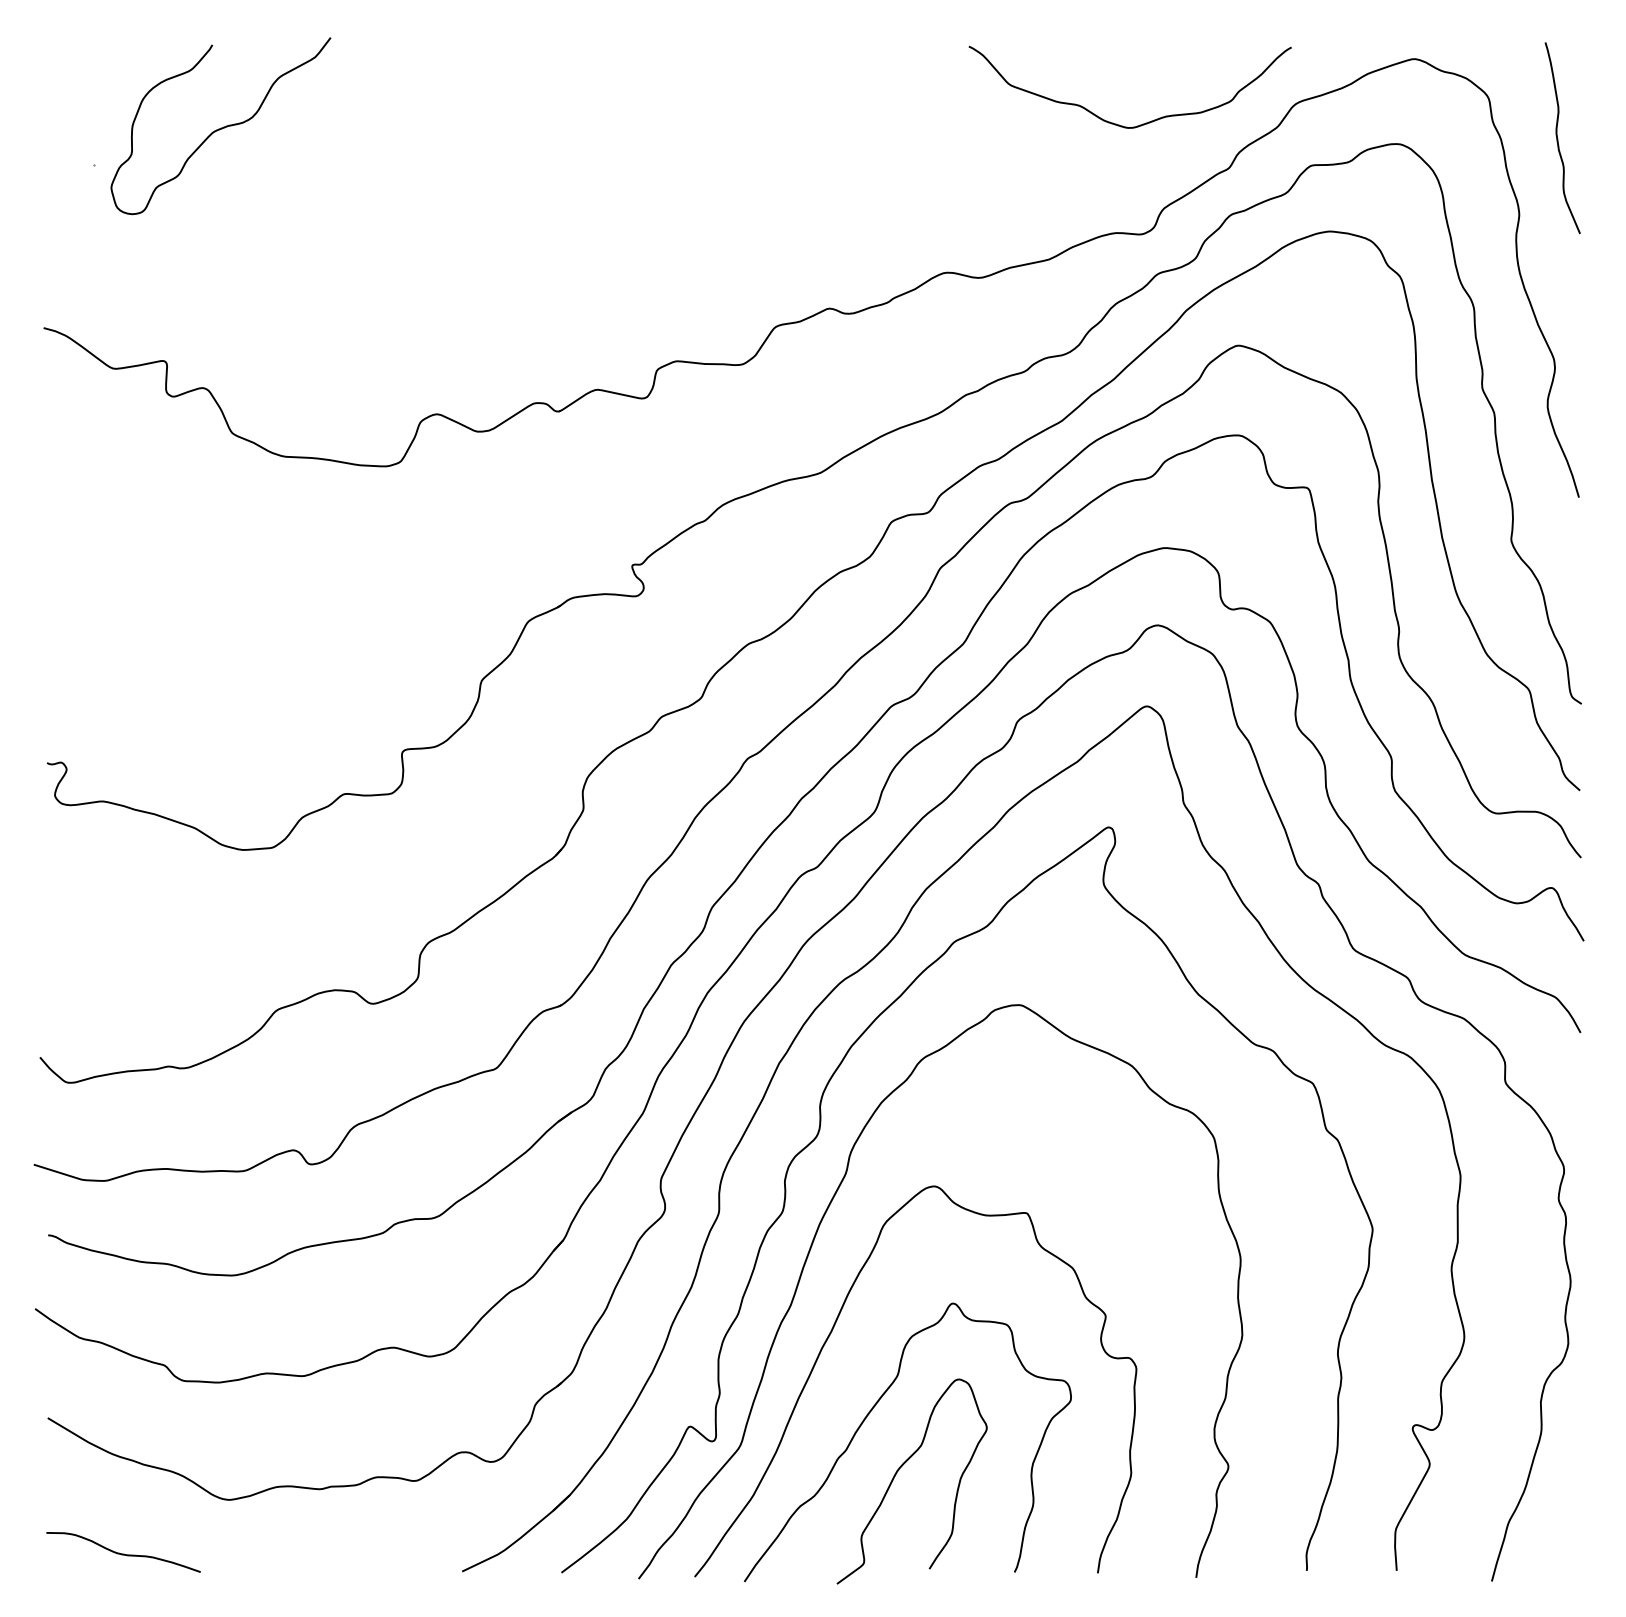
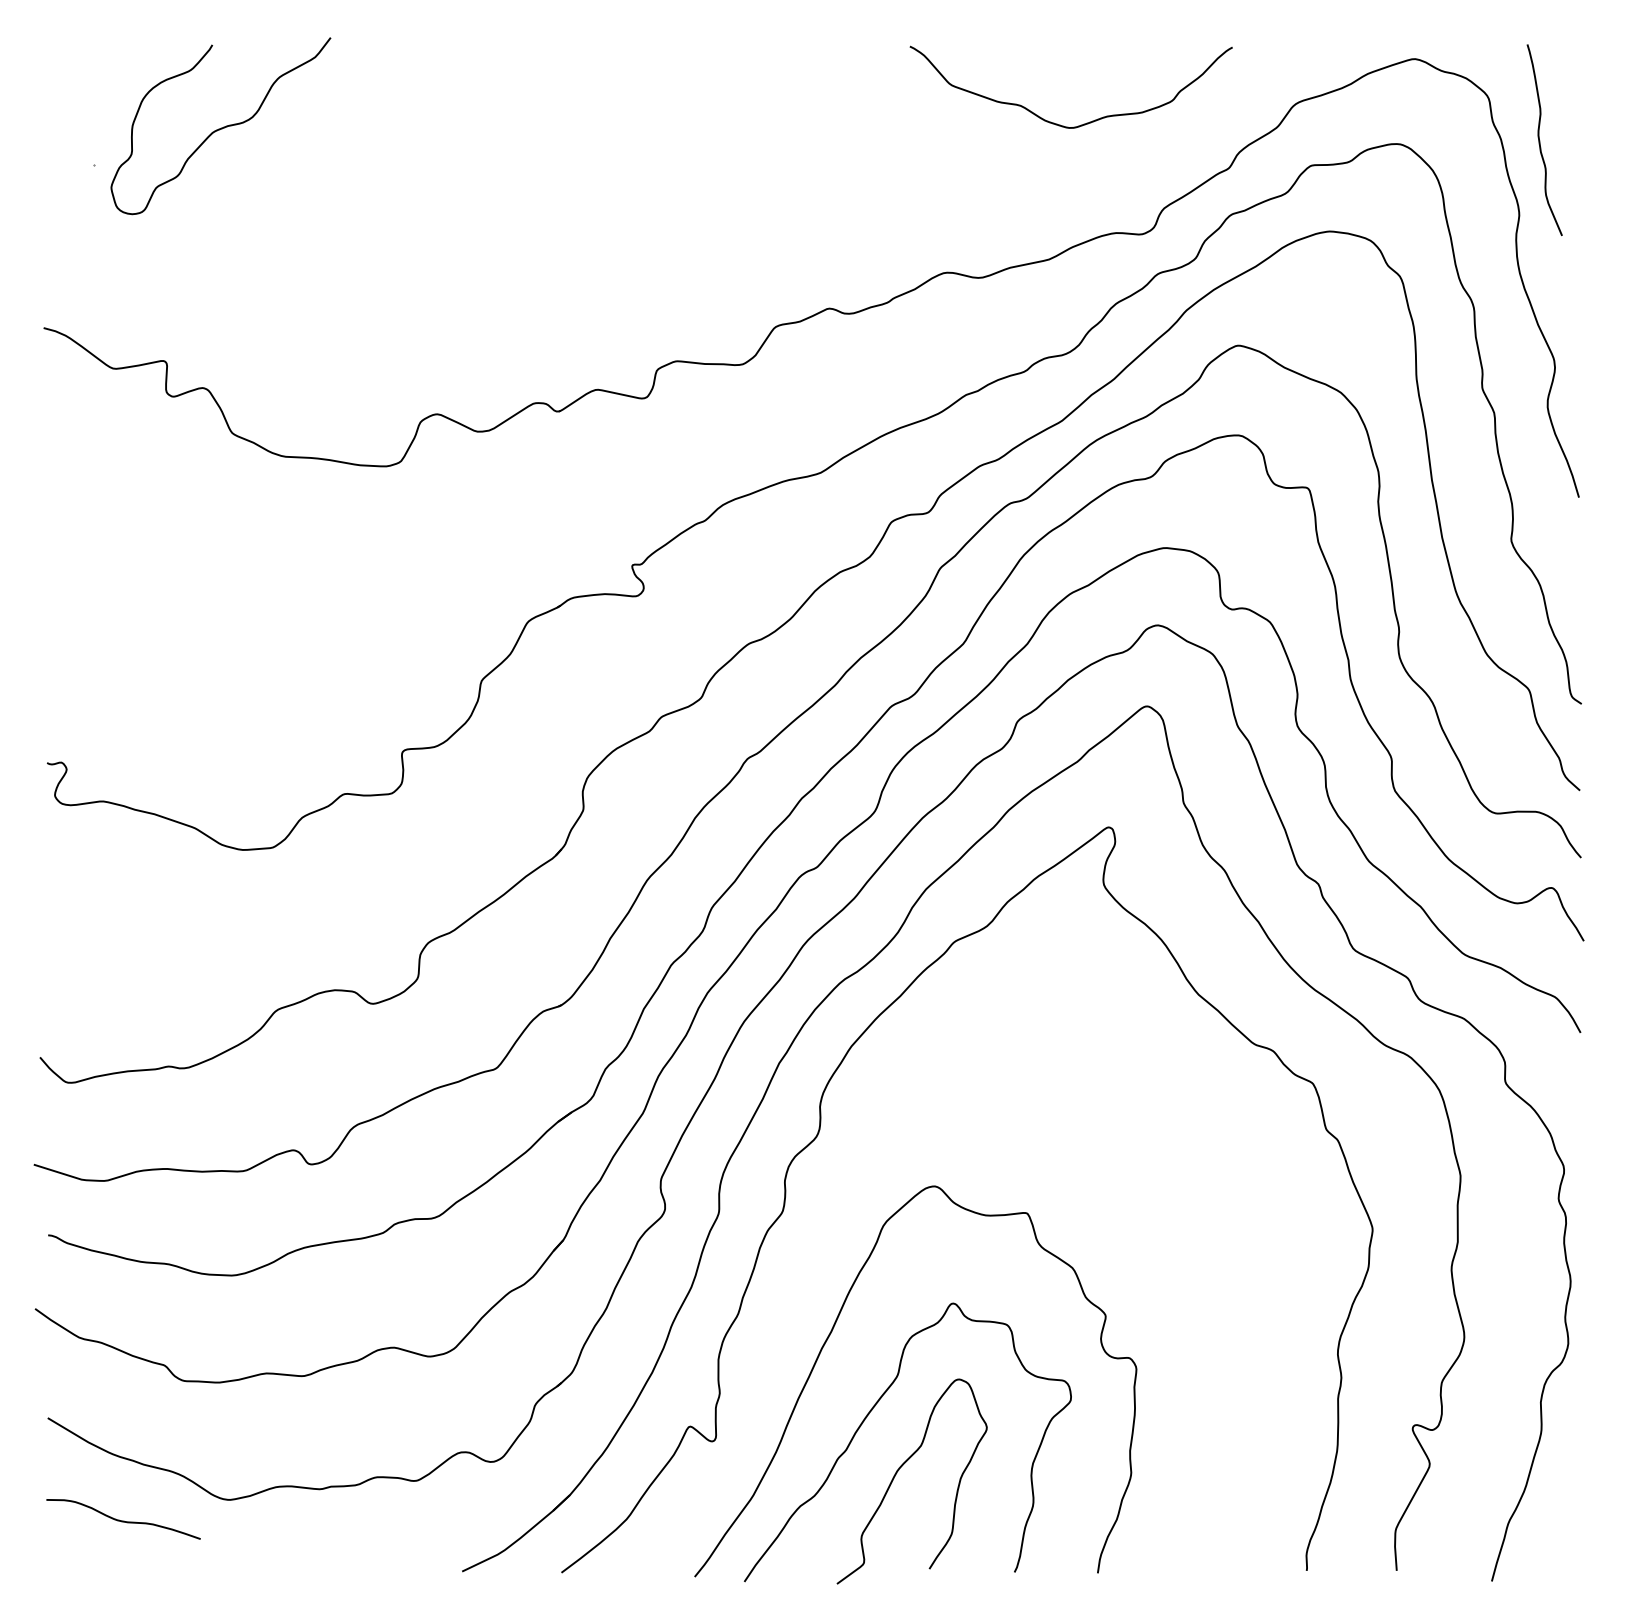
curve at (1116, 123) position: (1116, 123) -> (1057, 123)
curve at (1558, 138) position: (1558, 138) -> (1540, 140)
curve at (812, 1246): present -> none
curve at (123, 1553) position: (123, 1553) -> (123, 1520)
